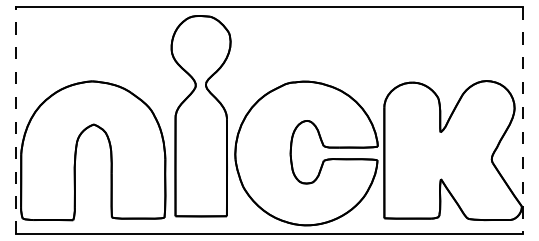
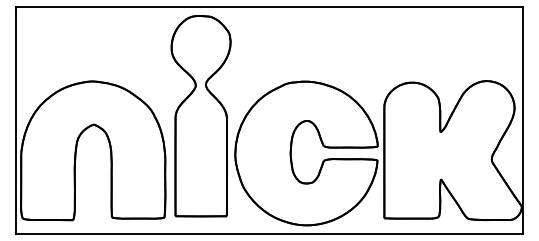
line at (16, 120): dashed -> solid
line at (522, 120): dashed -> solid
